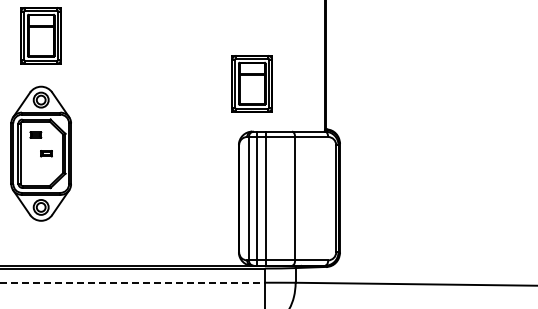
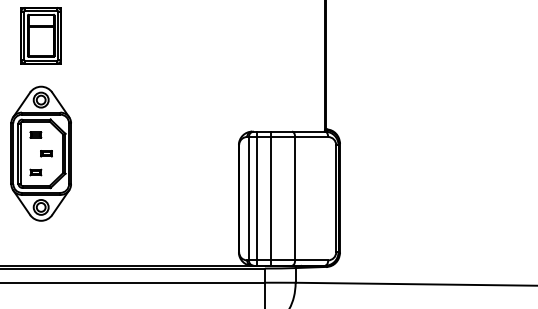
part at (251, 83): present -> none
part at (35, 172): none -> present
line at (265, 198) position: (265, 198) -> (270, 198)
line at (133, 282): dashed -> solid
